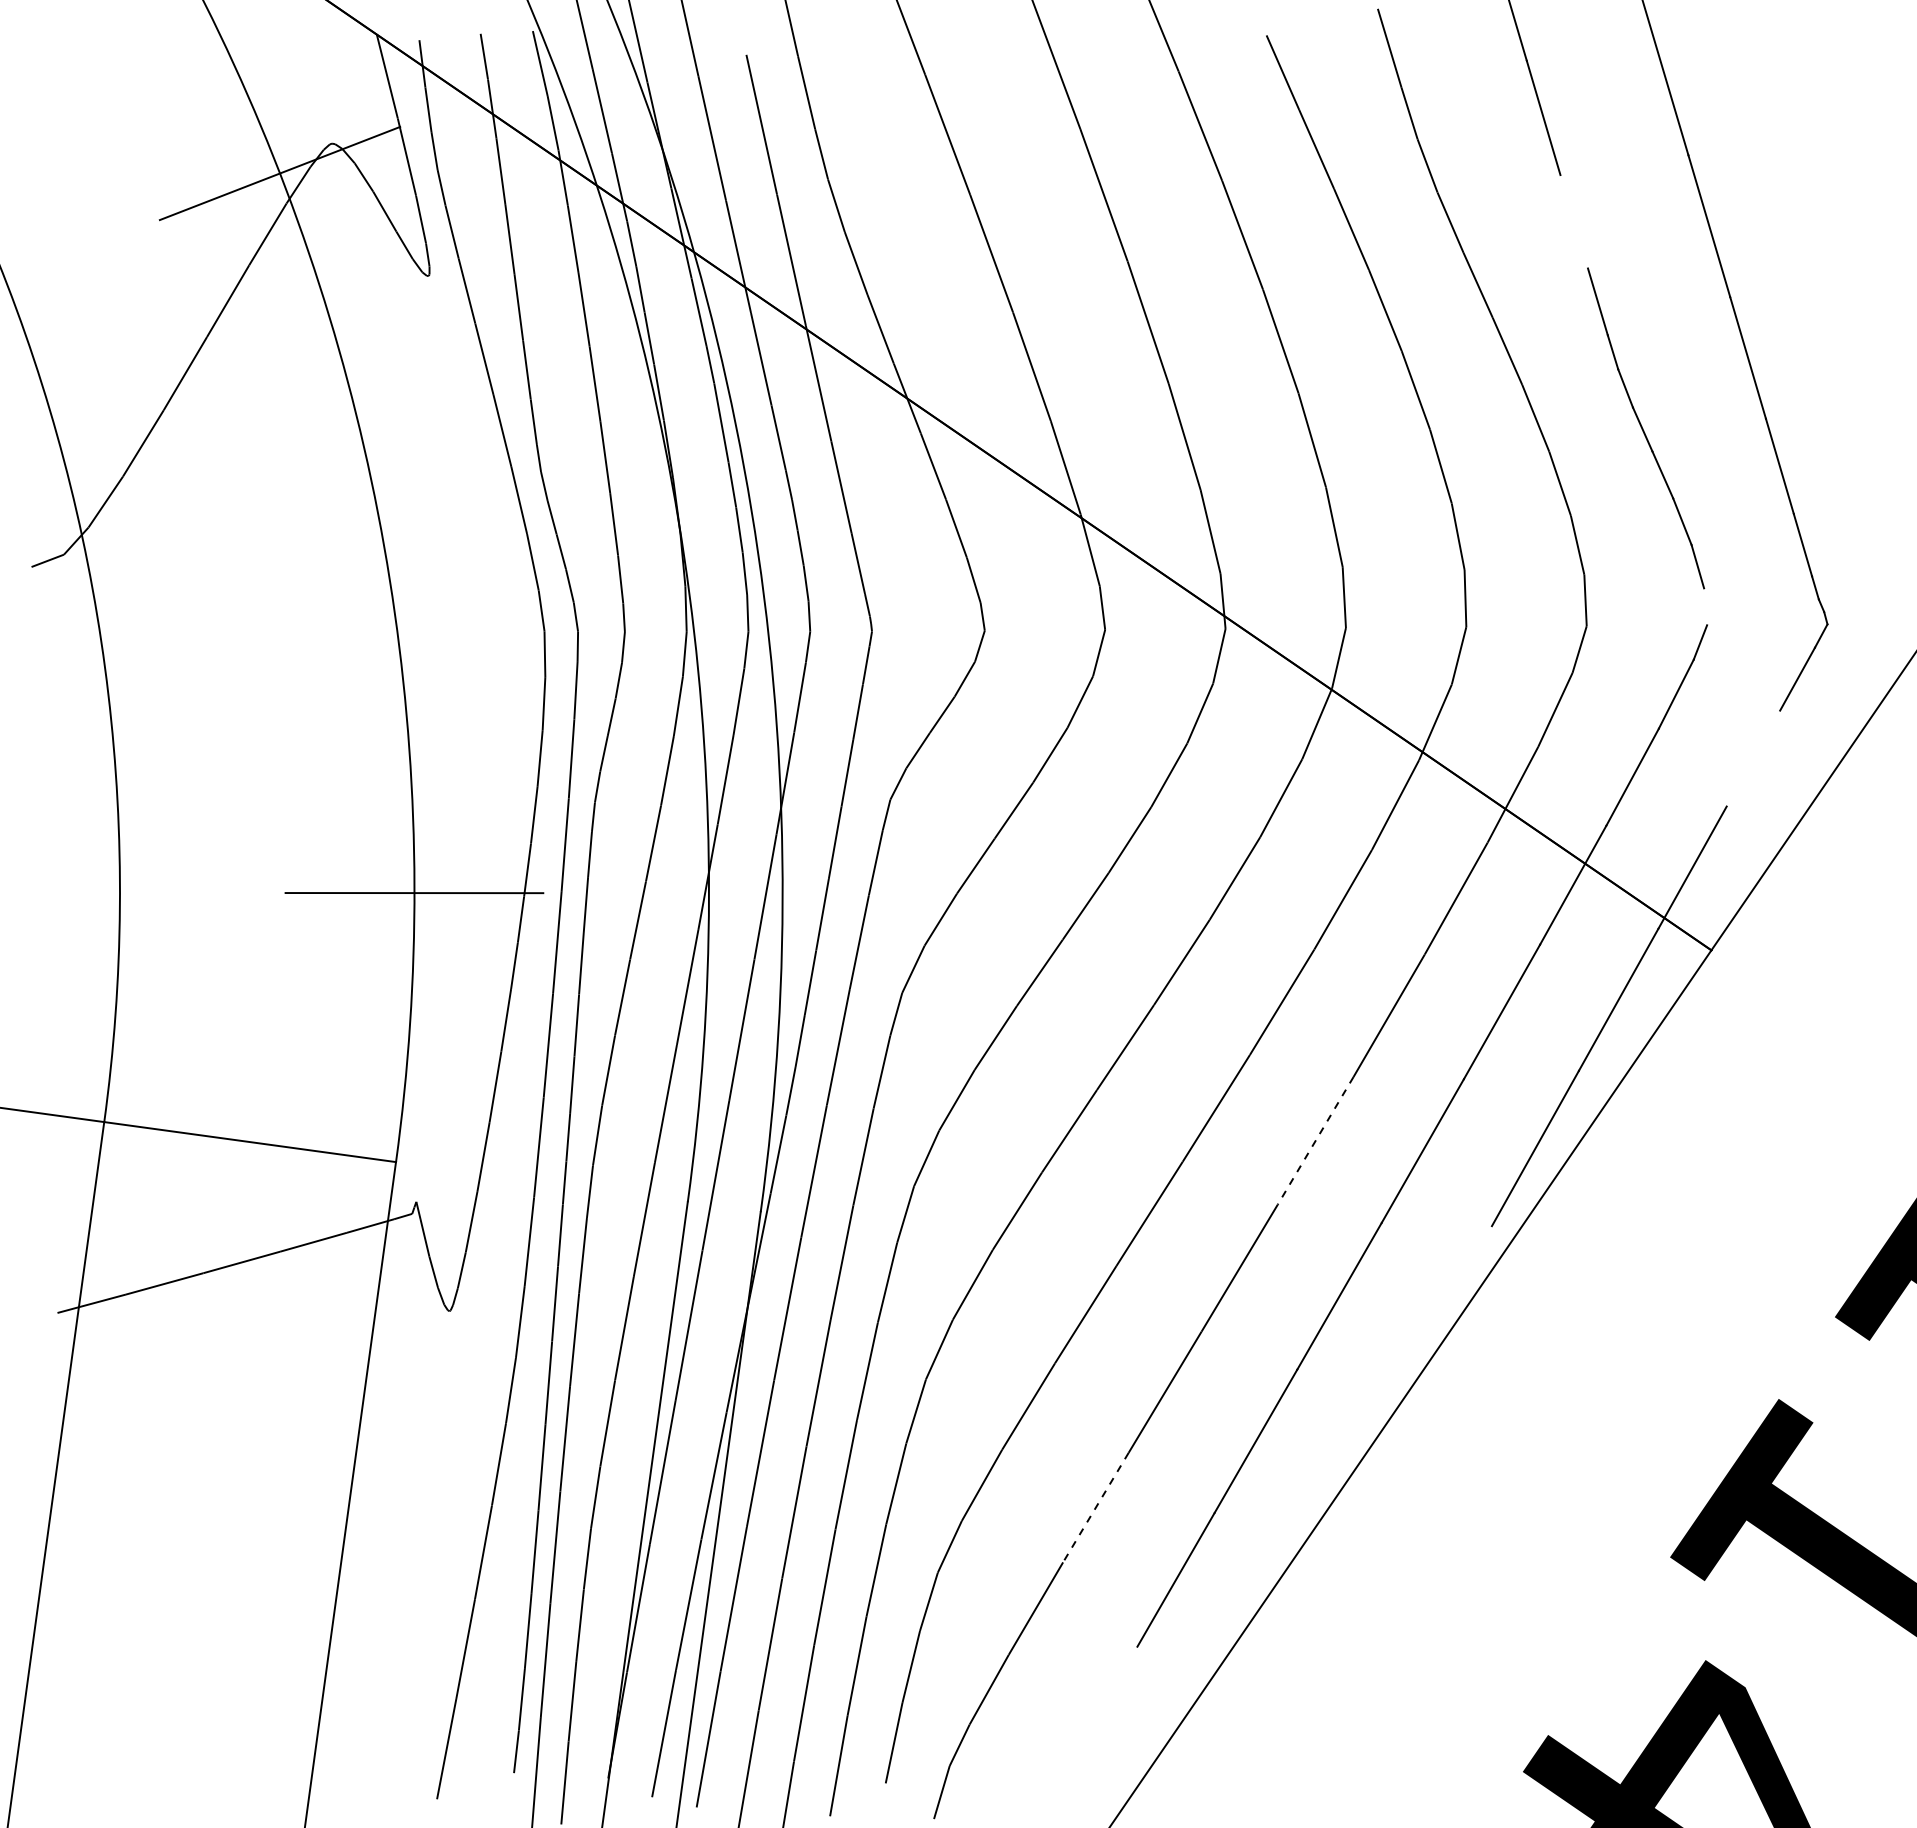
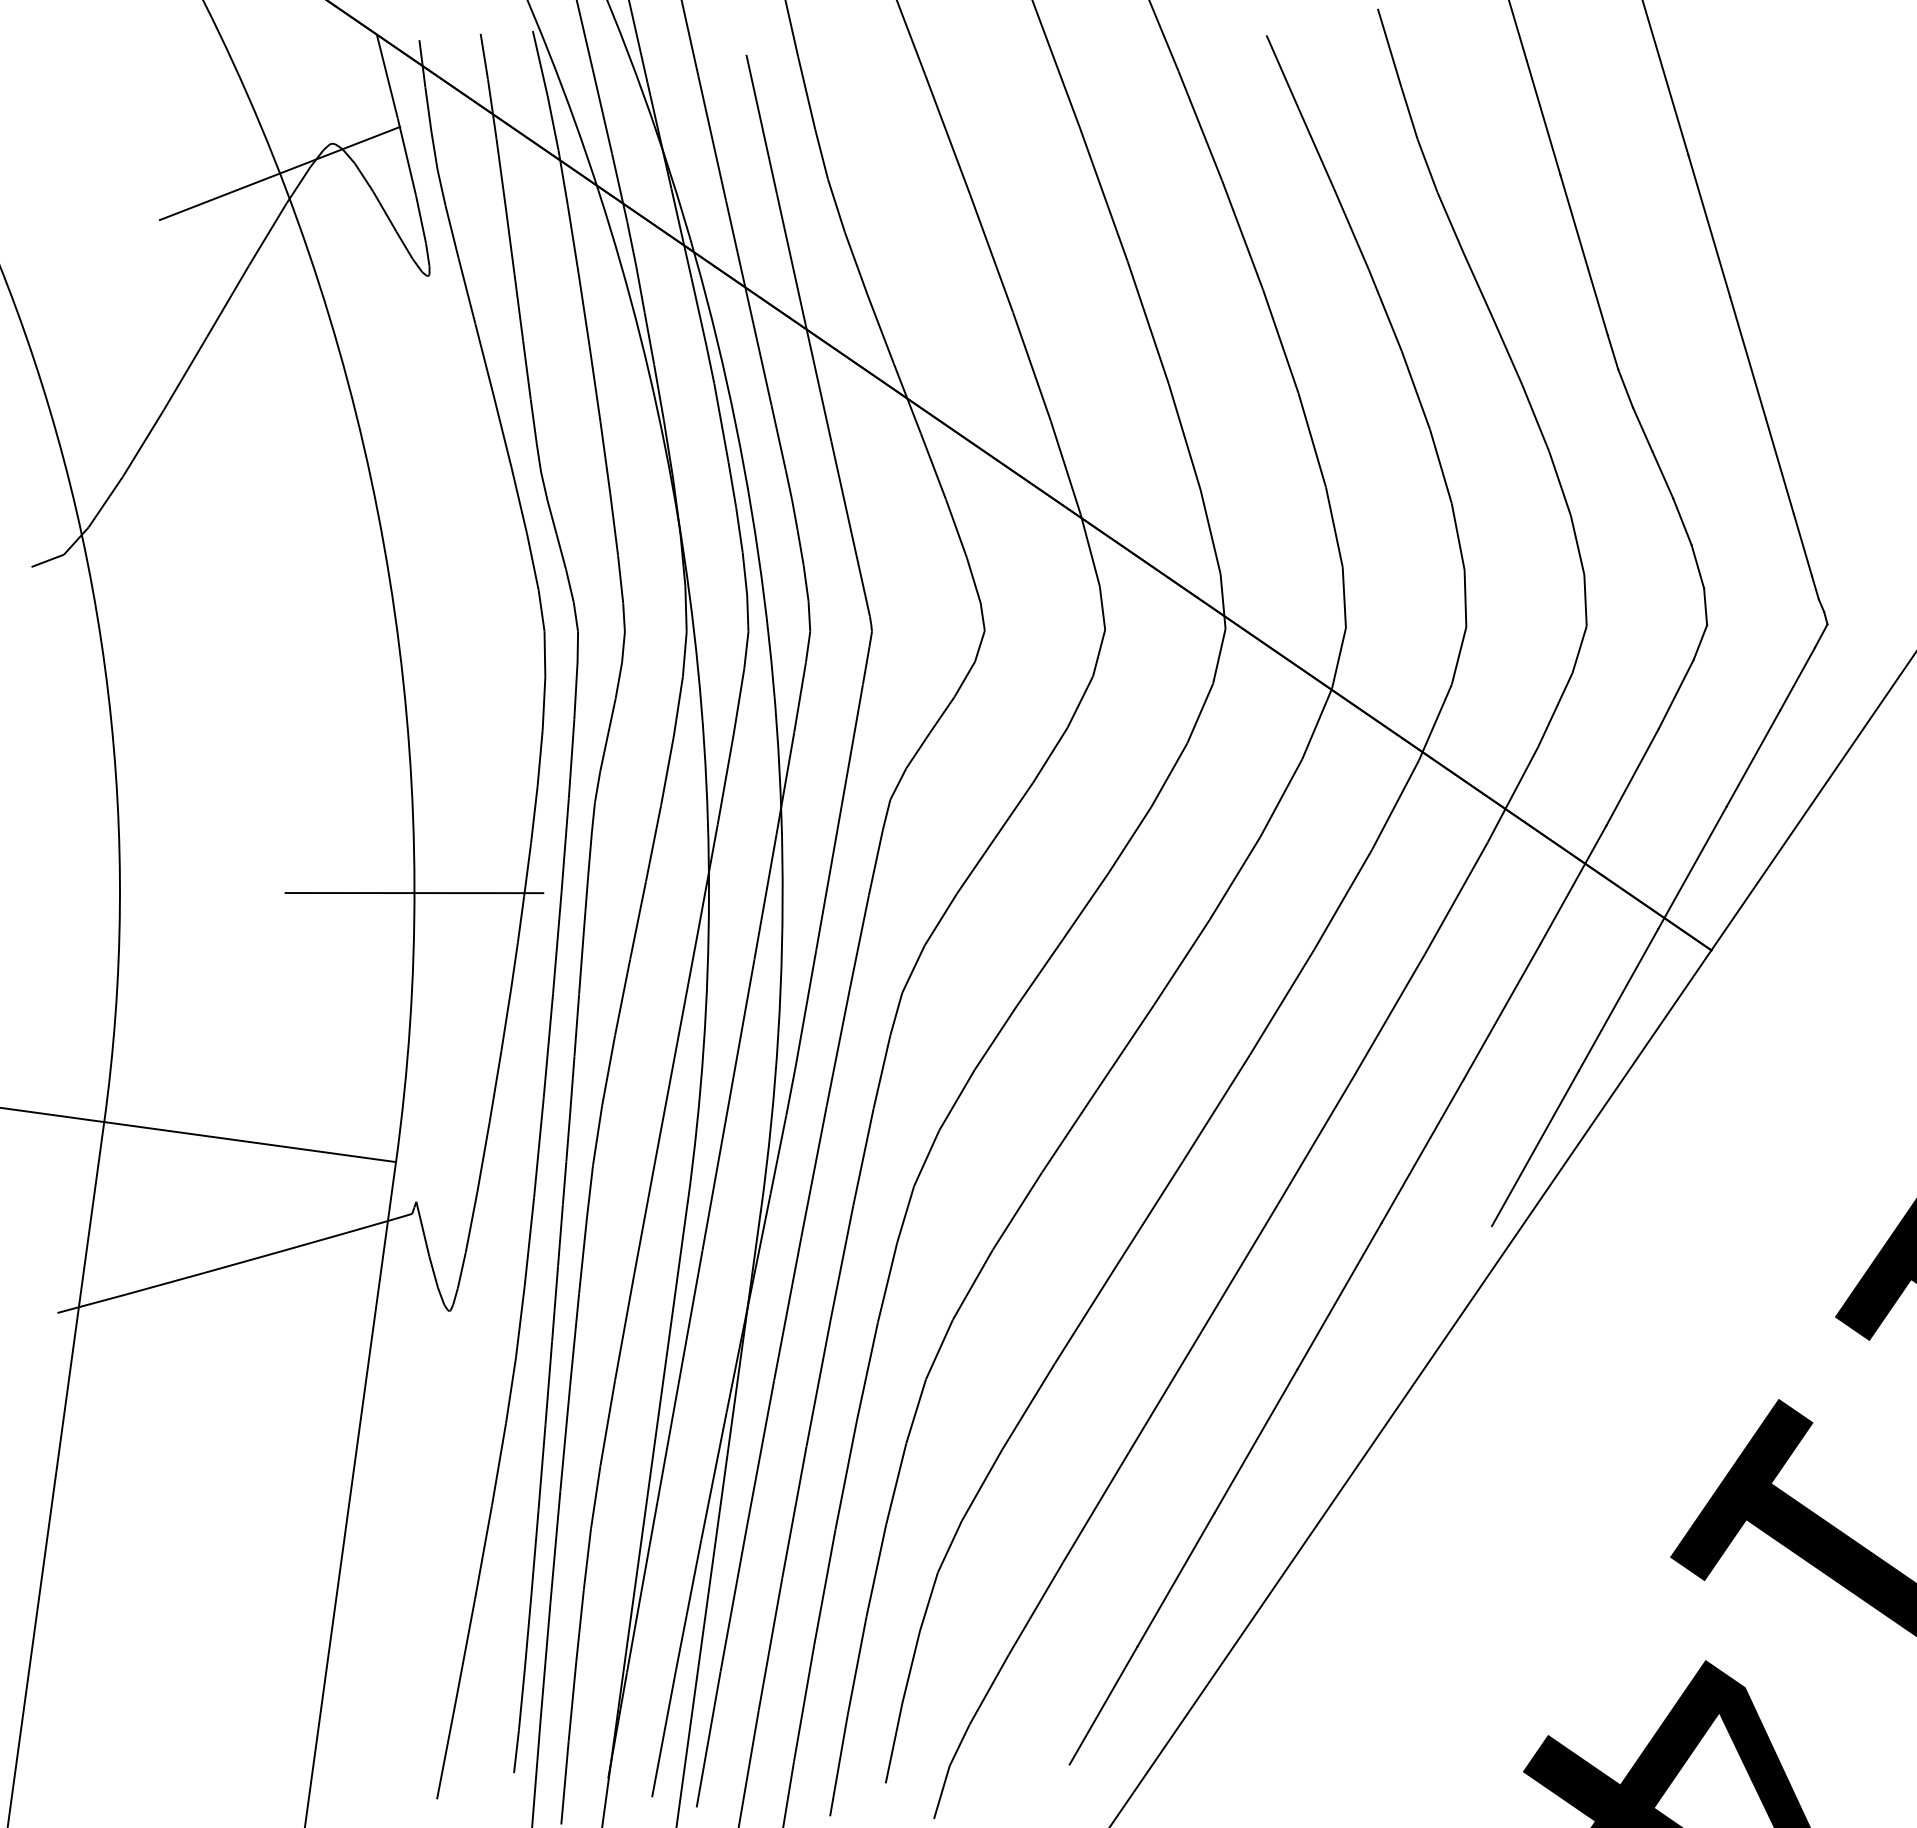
line at (1573, 221): none -> present
line at (1705, 606): none -> present
line at (1753, 758): none -> present
line at (1315, 1141): dashed -> solid
line at (1095, 1507): dashed -> solid
line at (1103, 1705): none -> present
